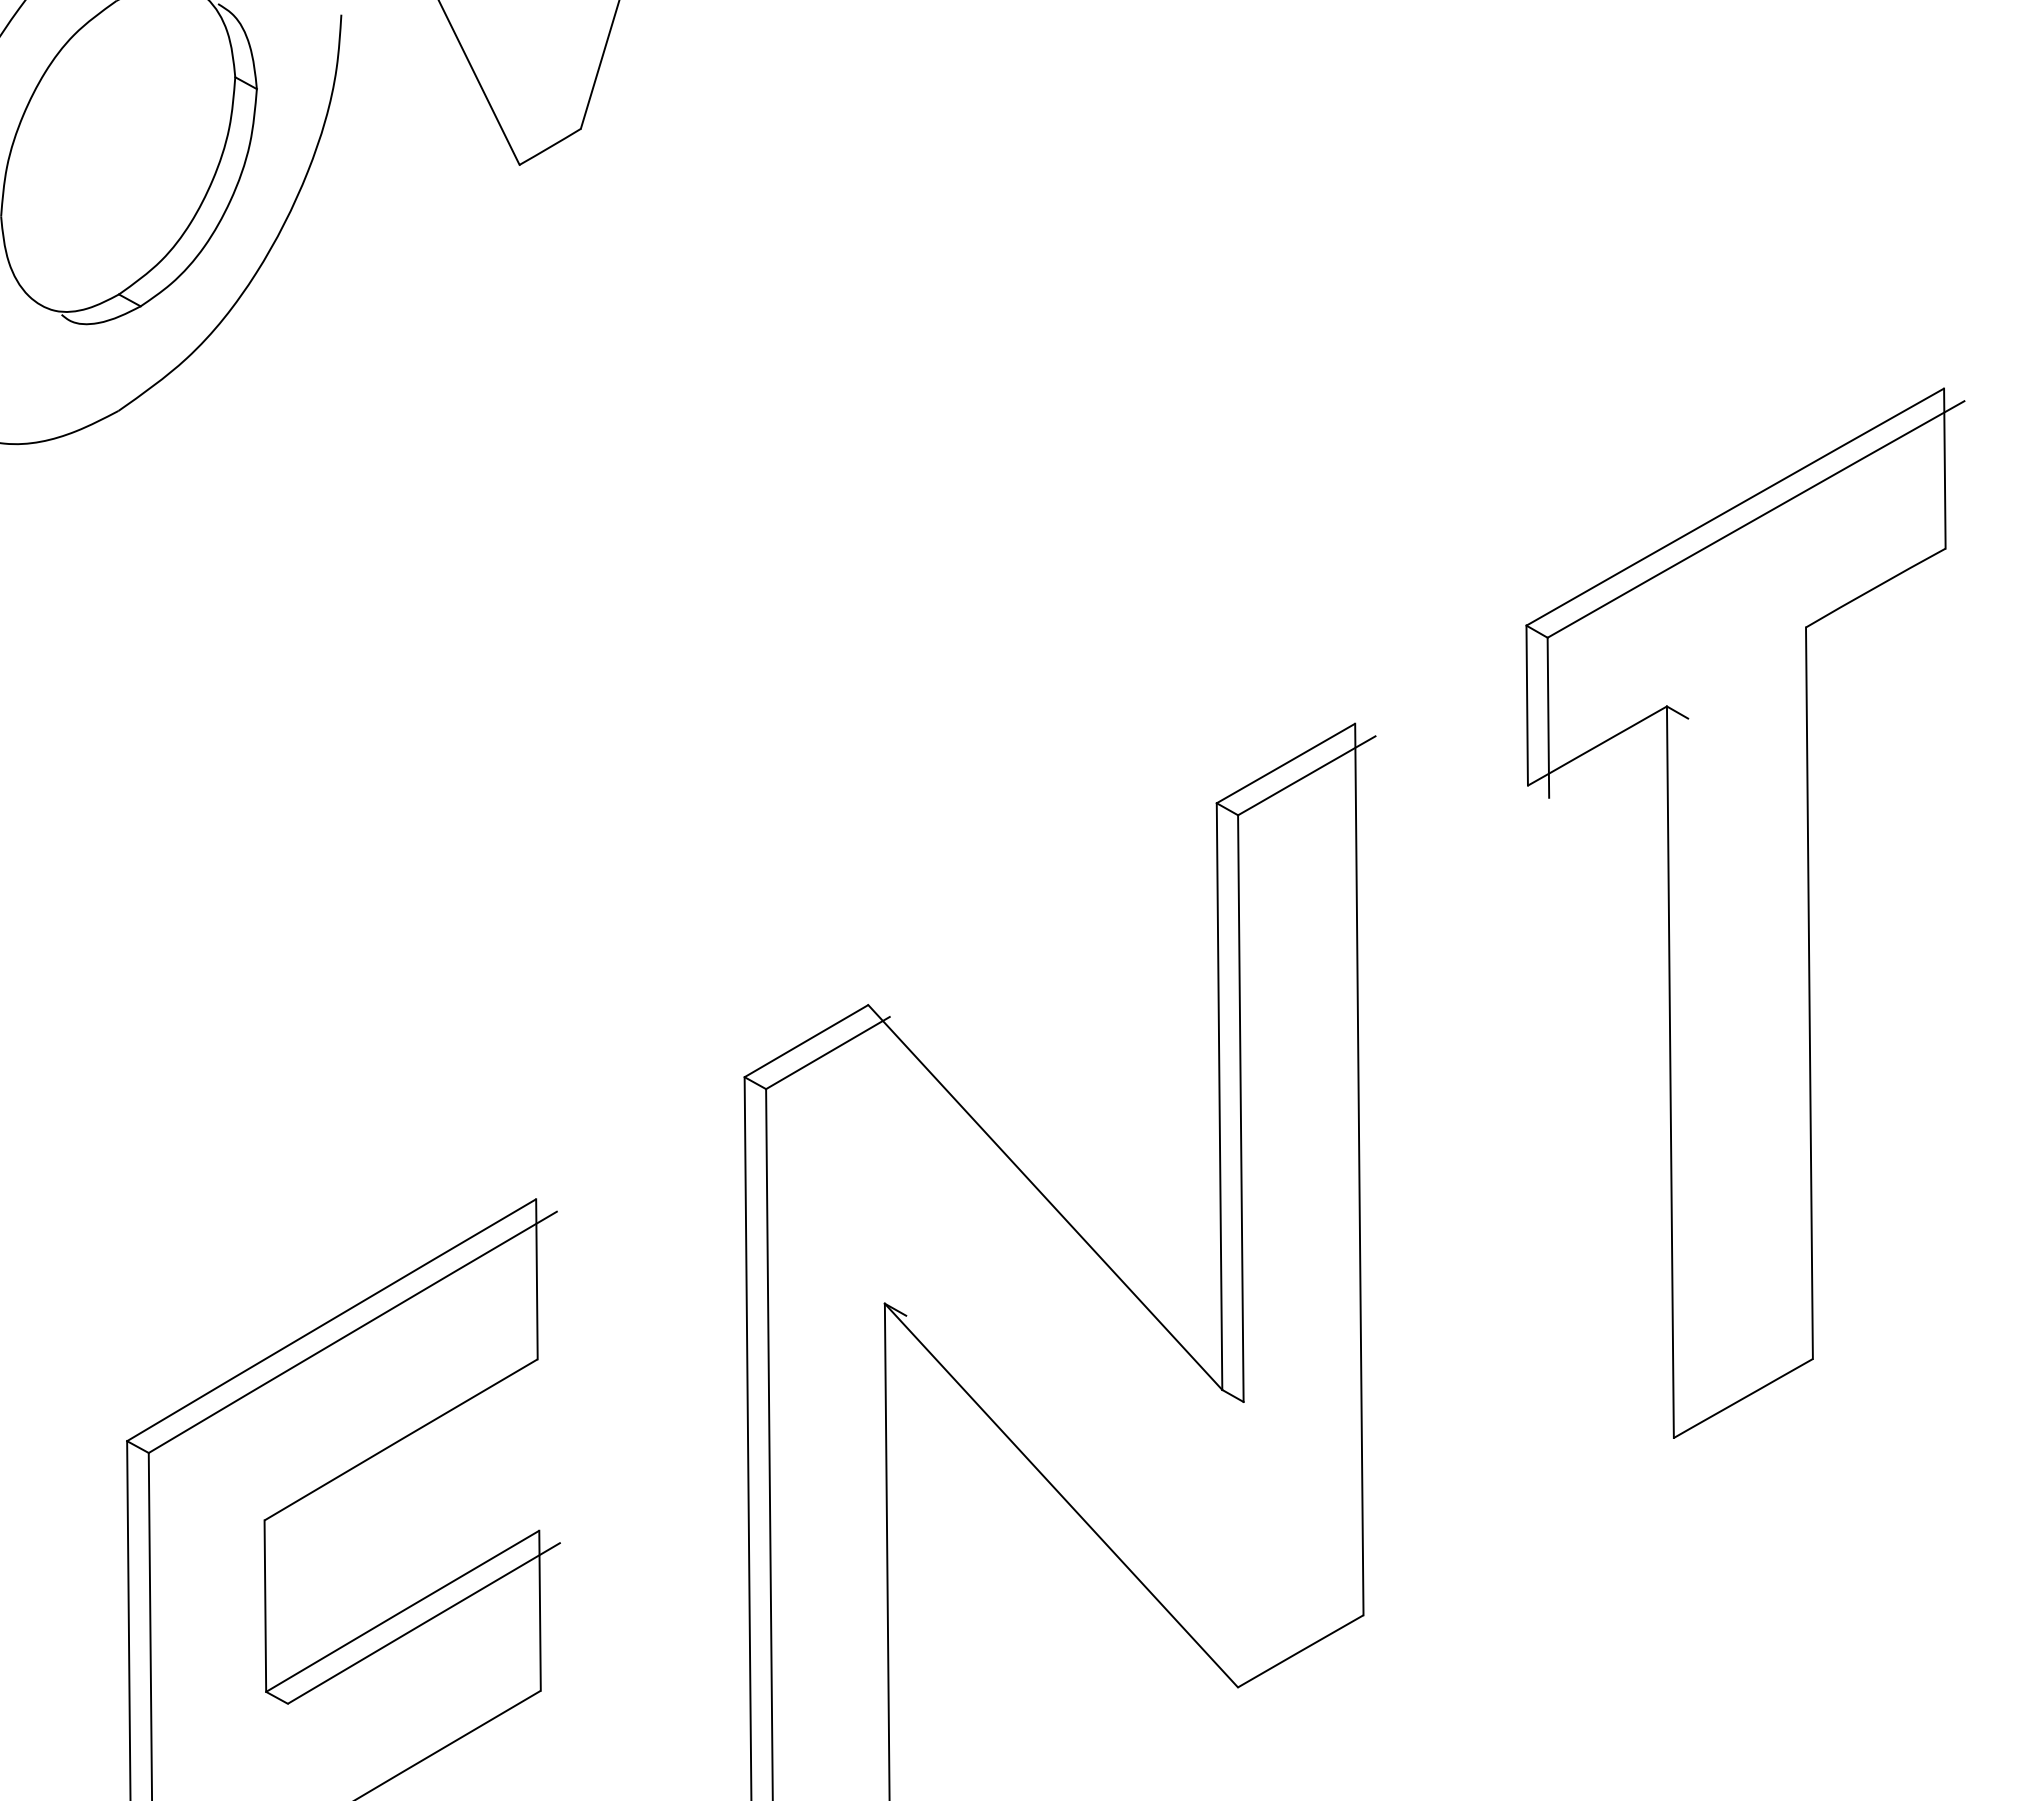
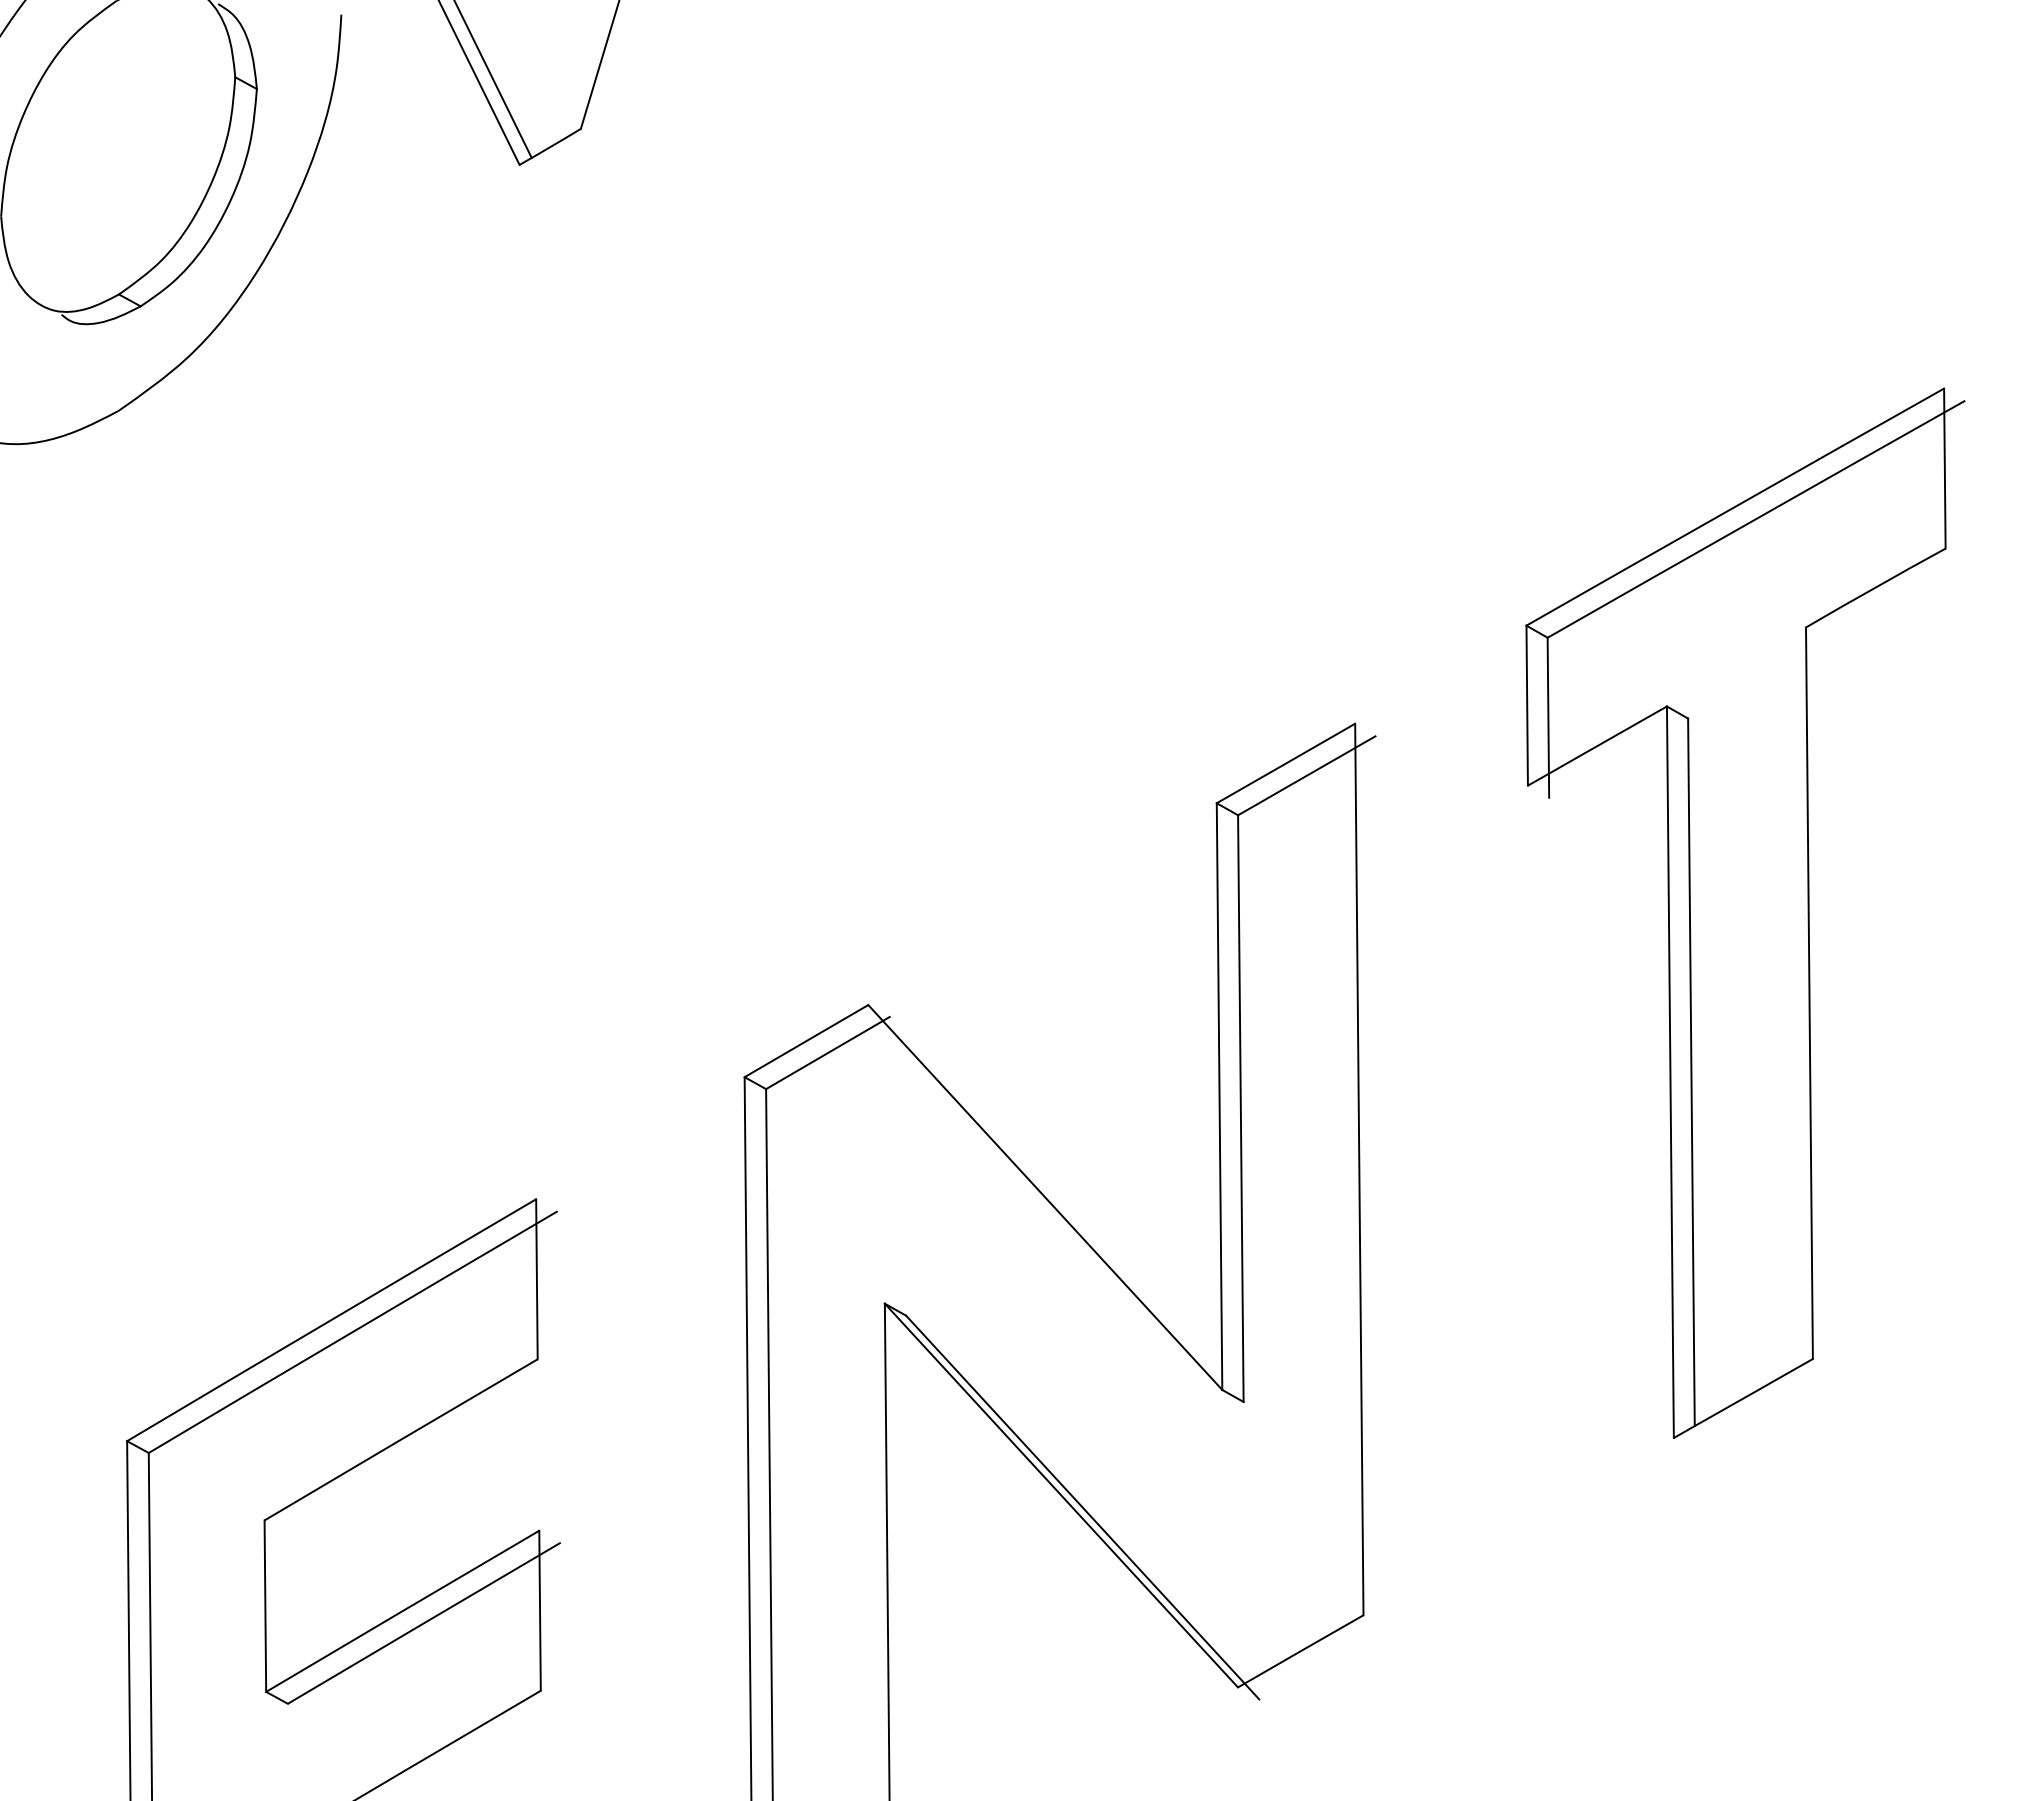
line at (493, 79): none -> present
line at (1691, 1072): none -> present
line at (1082, 1507): none -> present
